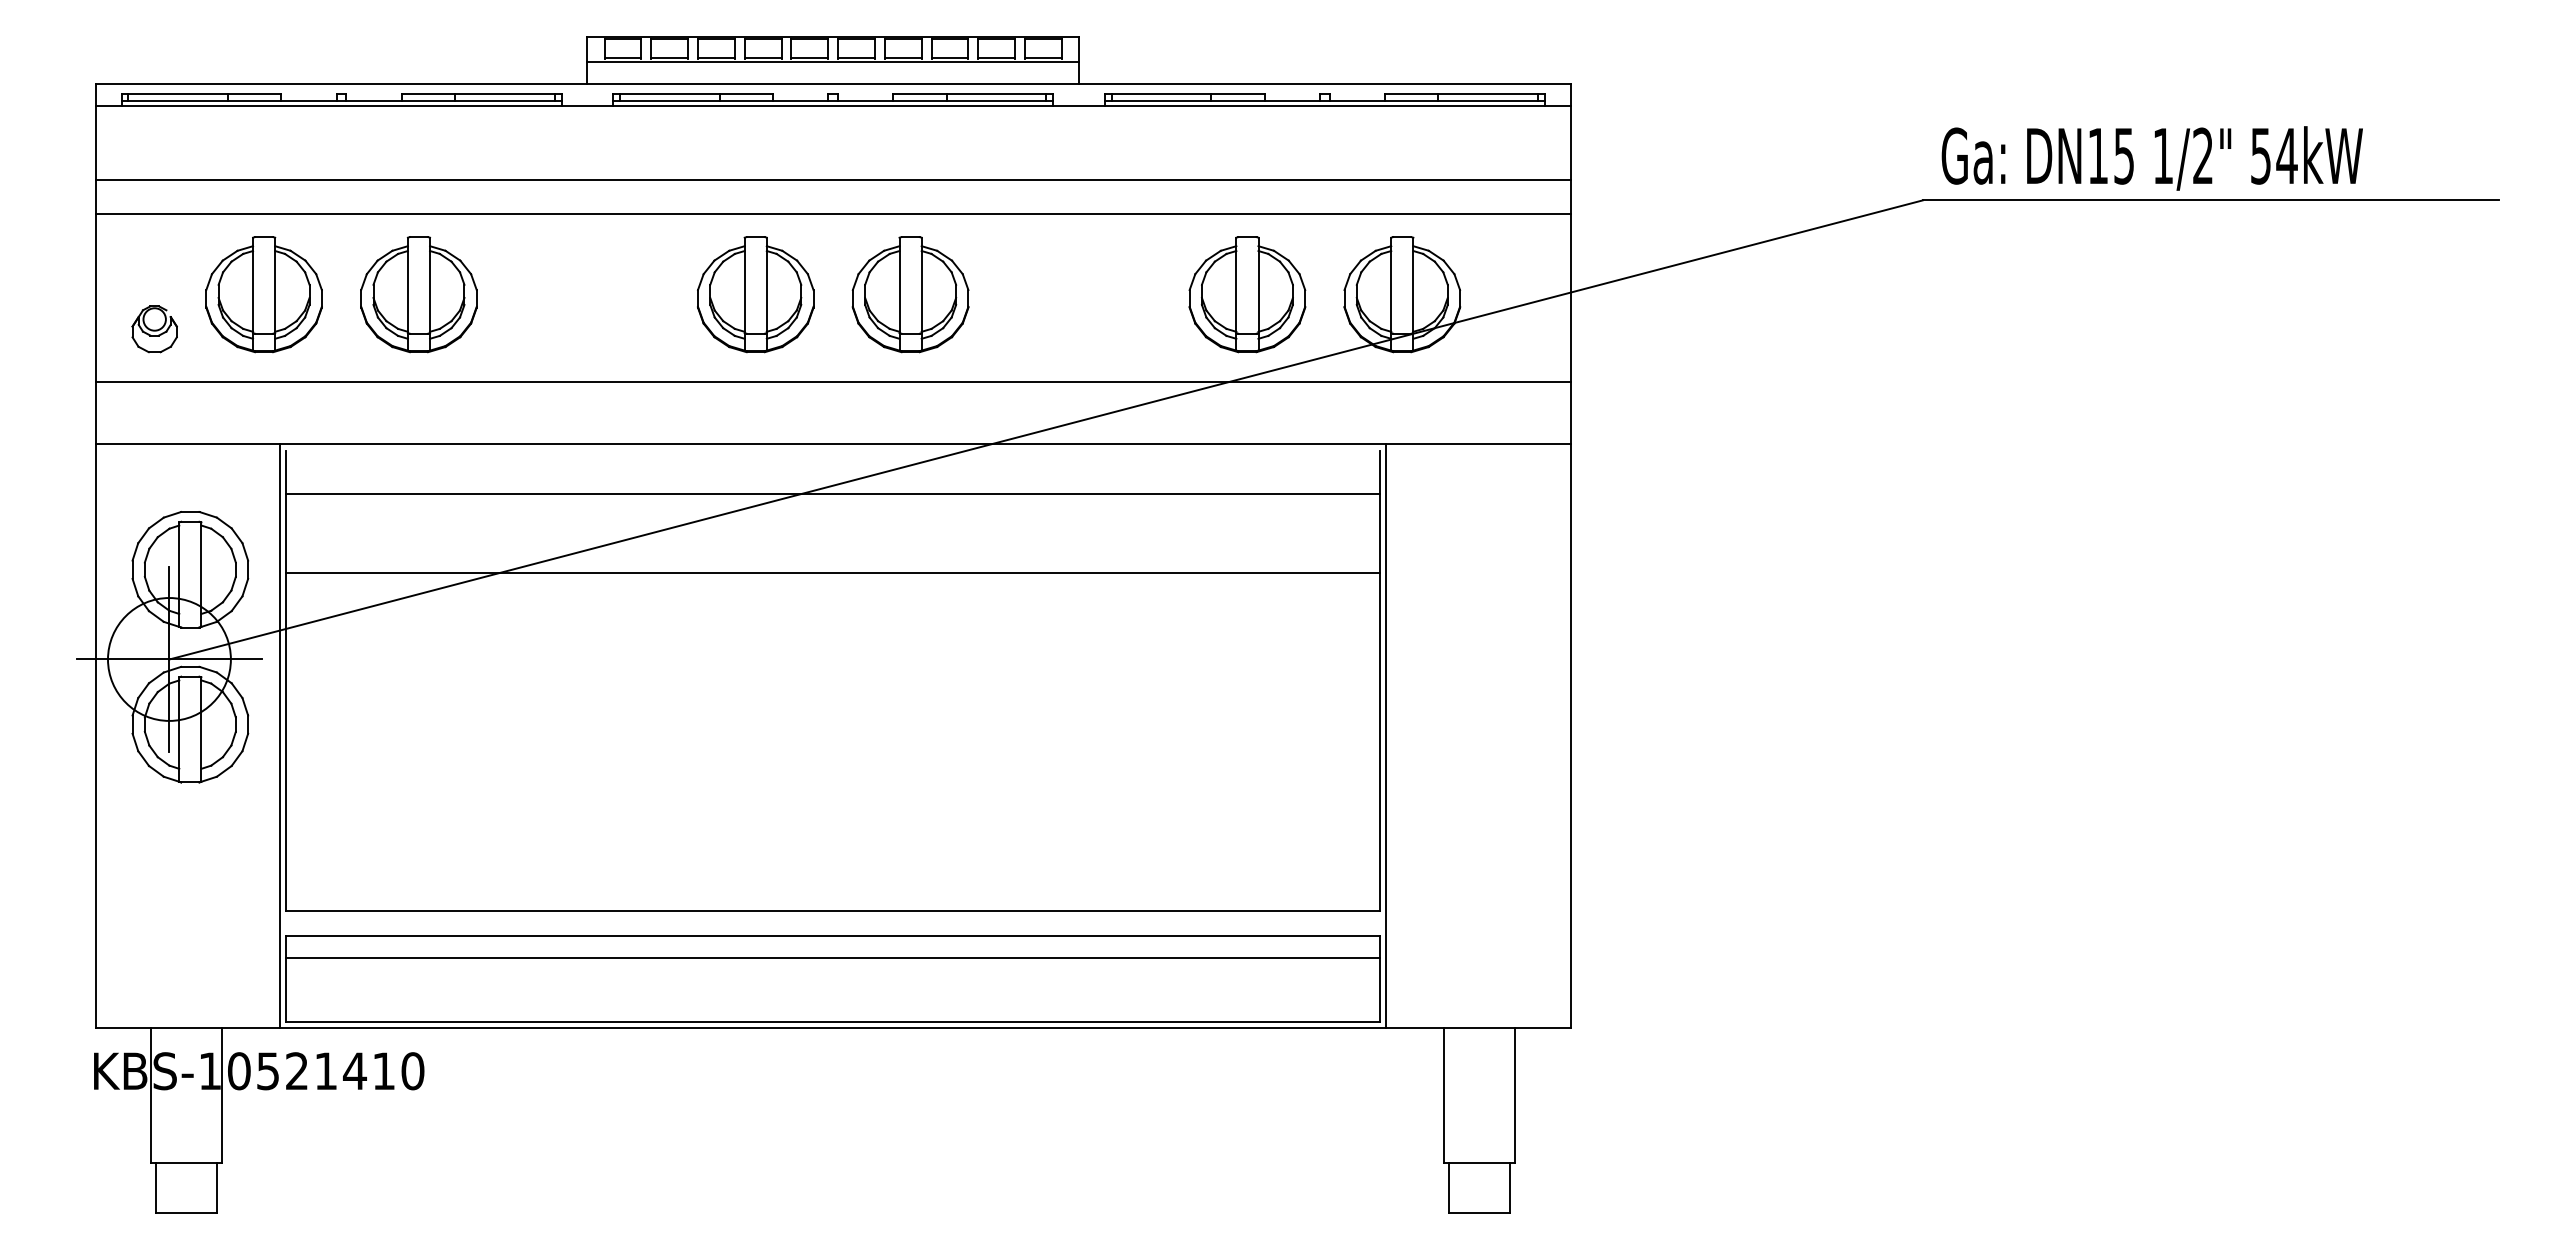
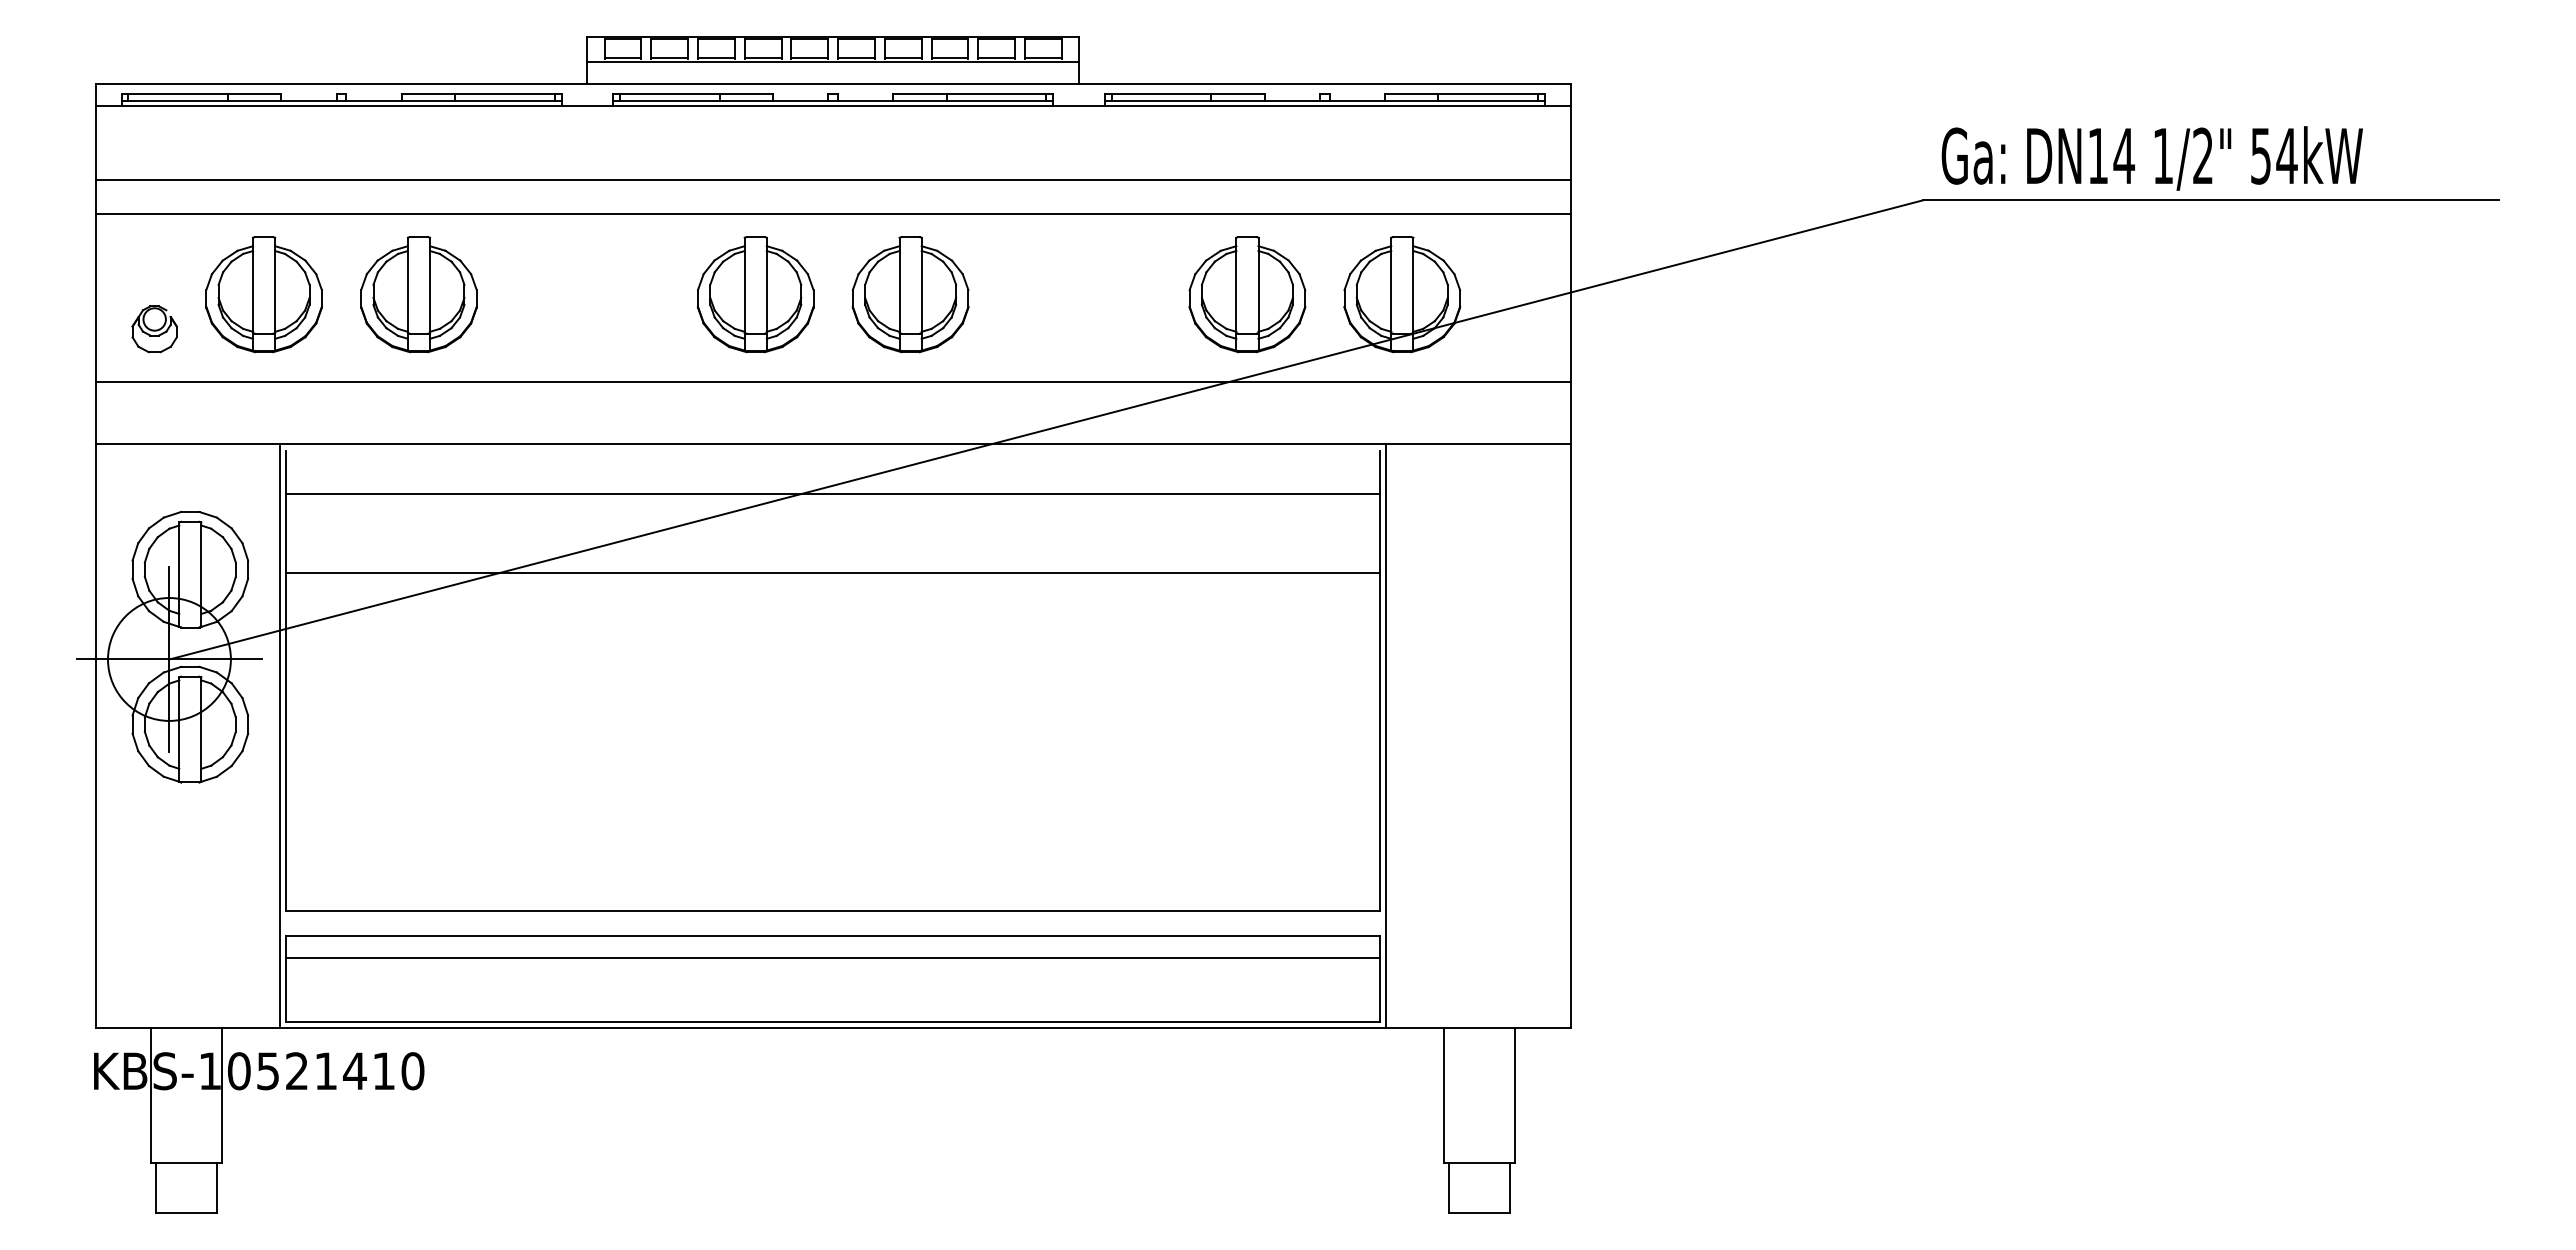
text at (2123, 156): DN15 -> DN14
